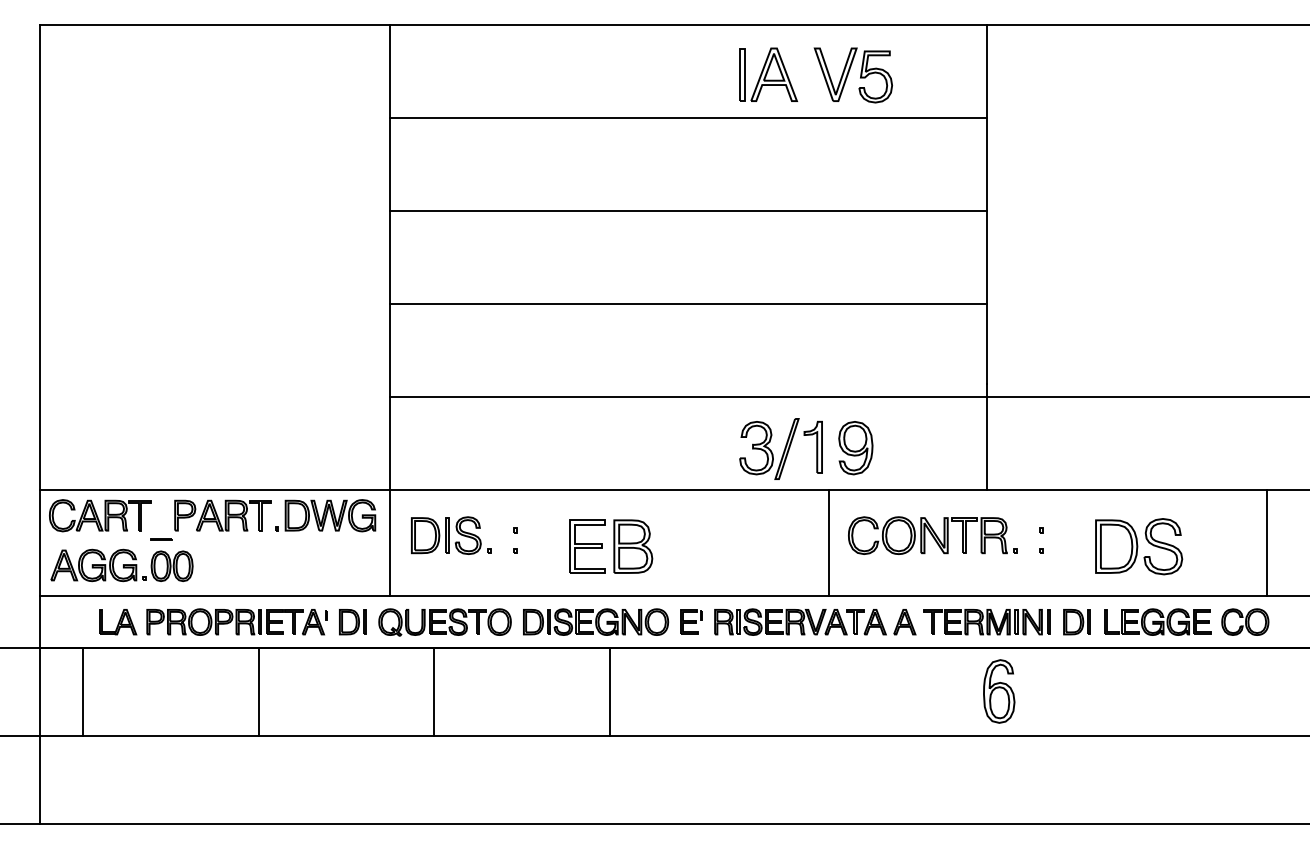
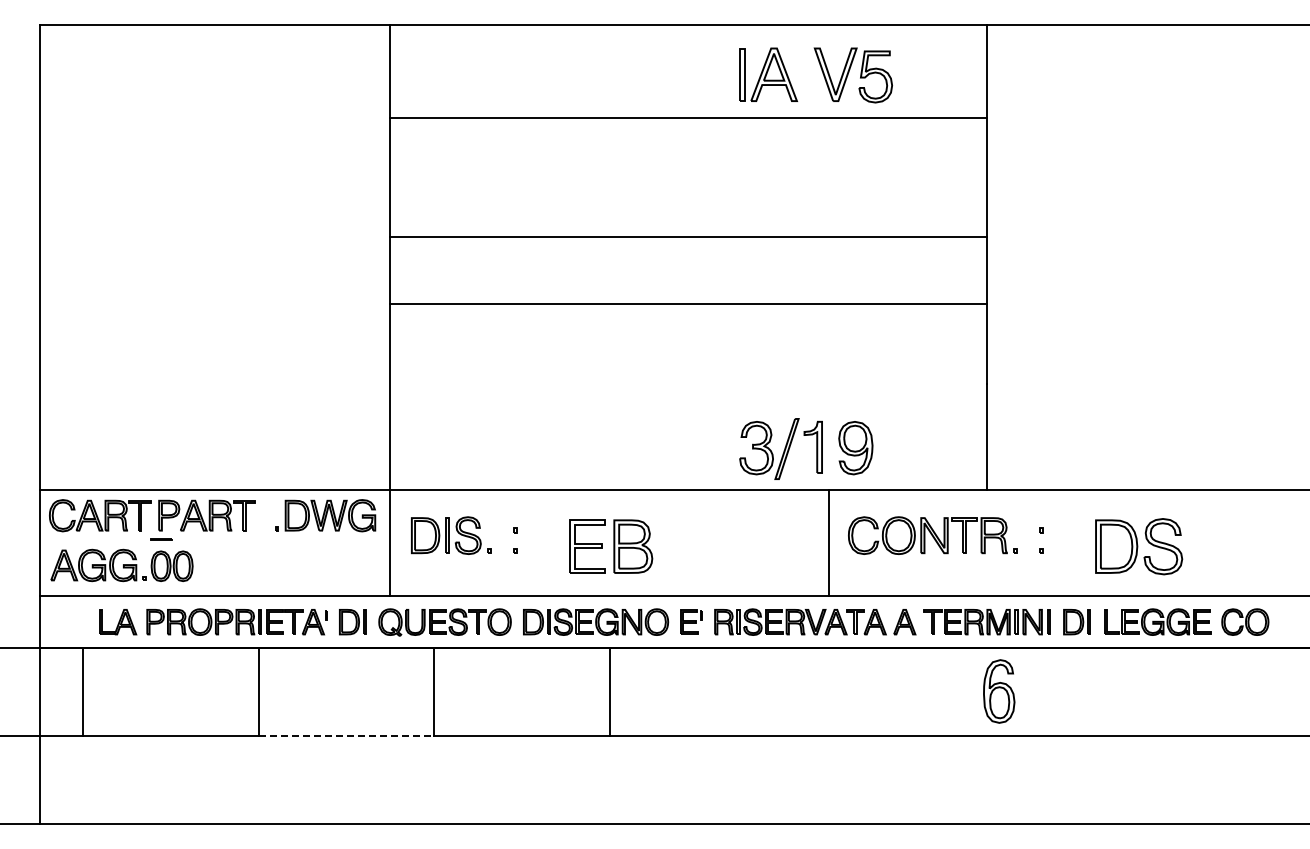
line at (688, 211) position: (688, 211) -> (688, 237)
line at (848, 397): present -> none
part at (222, 515) position: (222, 515) -> (206, 515)
line at (1267, 542): present -> none
line at (346, 735): solid -> dashed
